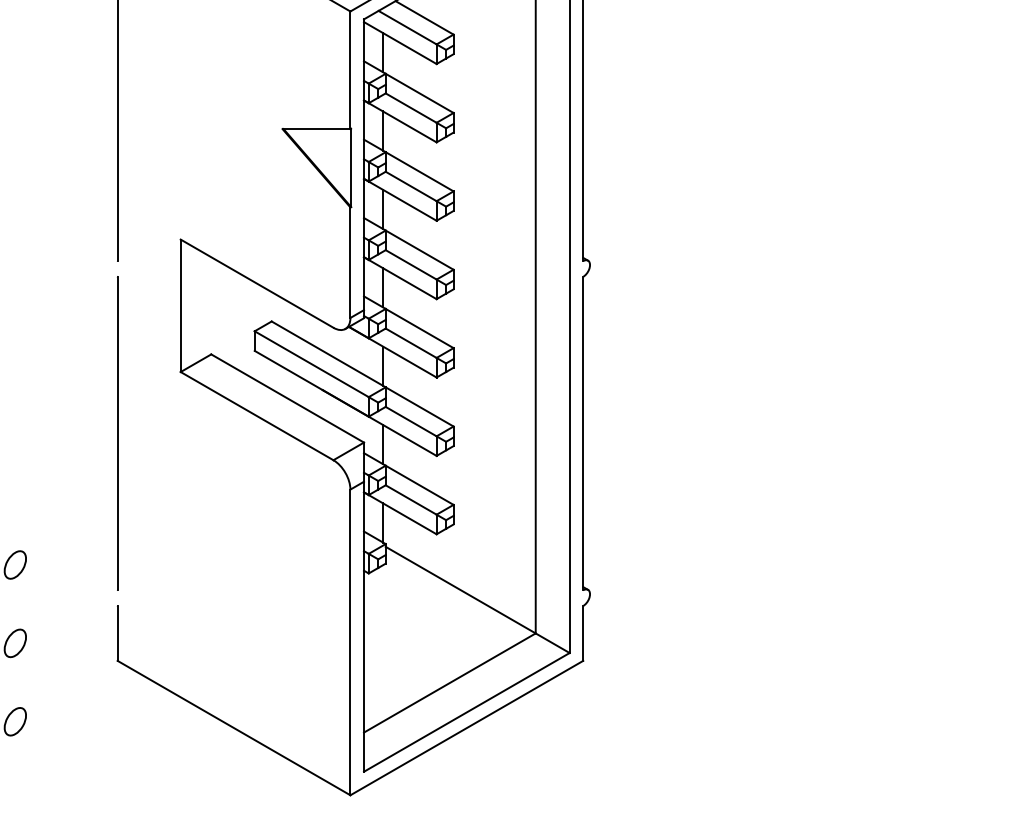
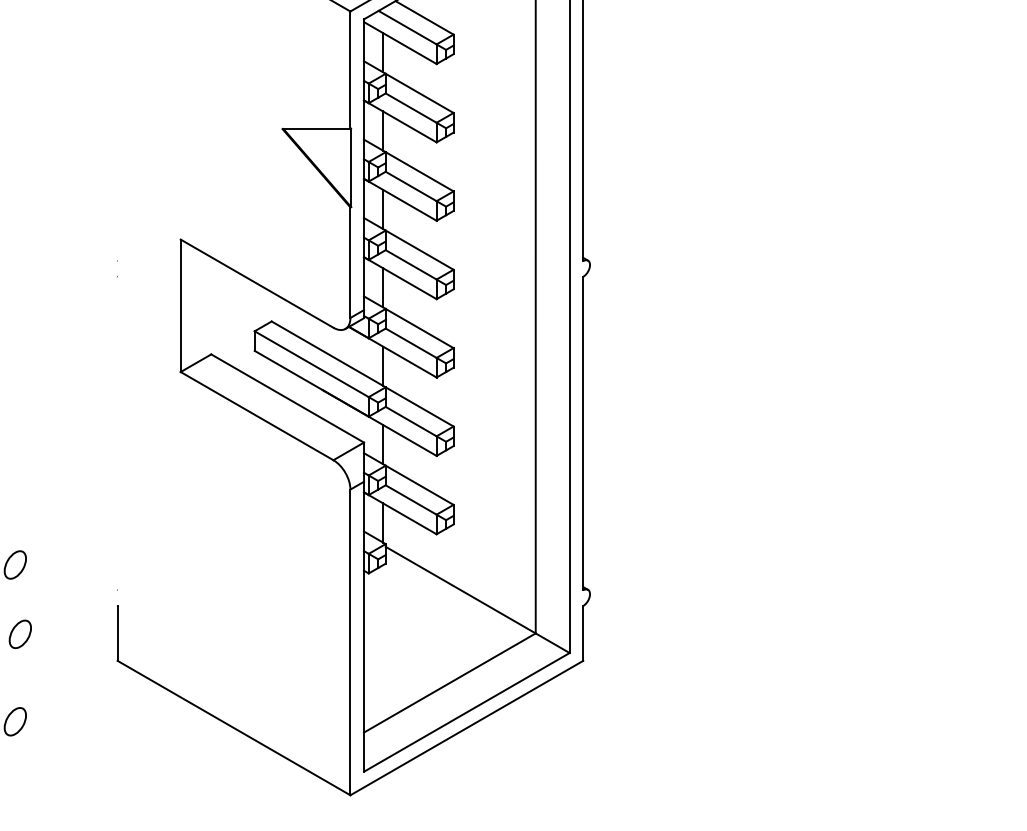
line at (117, 131): present -> none
line at (117, 433): present -> none
part at (14, 643) position: (14, 643) -> (19, 634)
